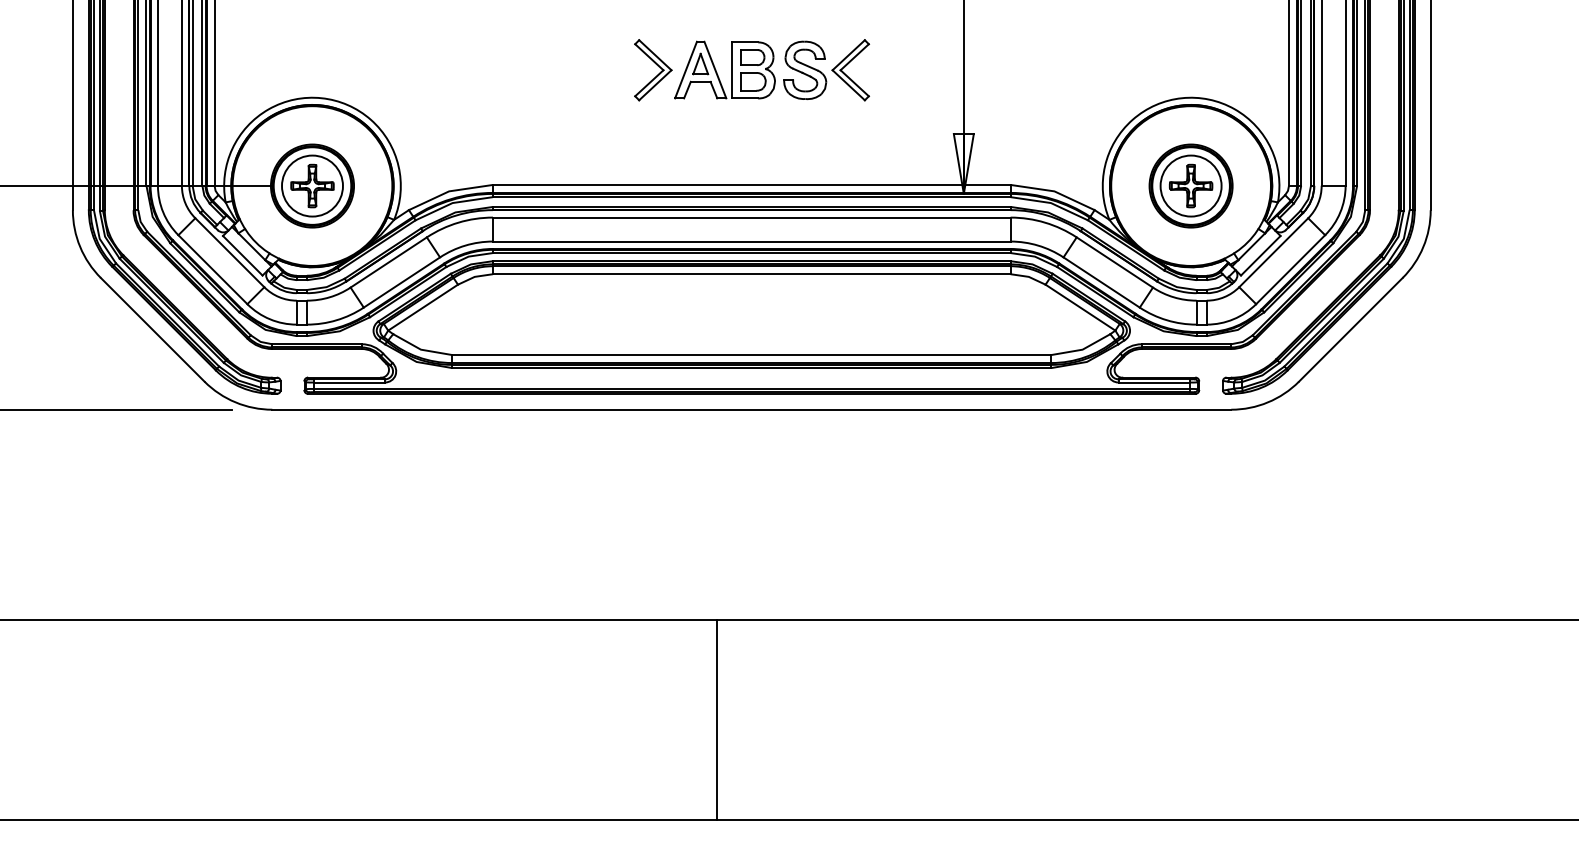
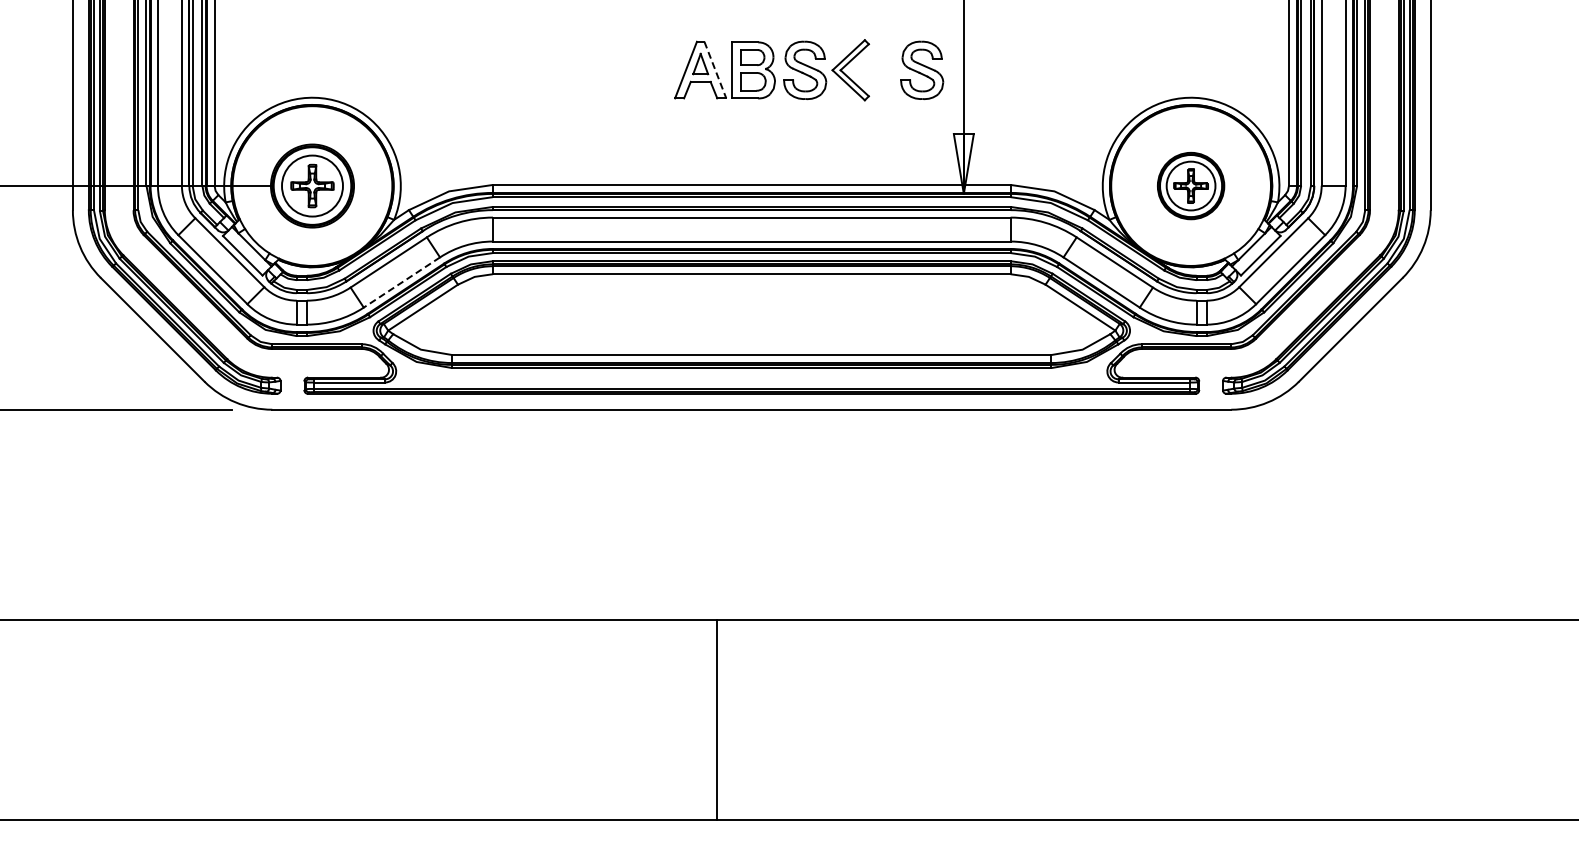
part at (922, 69): none -> present
part at (653, 70): present -> none
line at (715, 70): solid -> dashed
part at (1190, 185) size: 86x86 px -> 69x69 px
line at (401, 282): solid -> dashed
